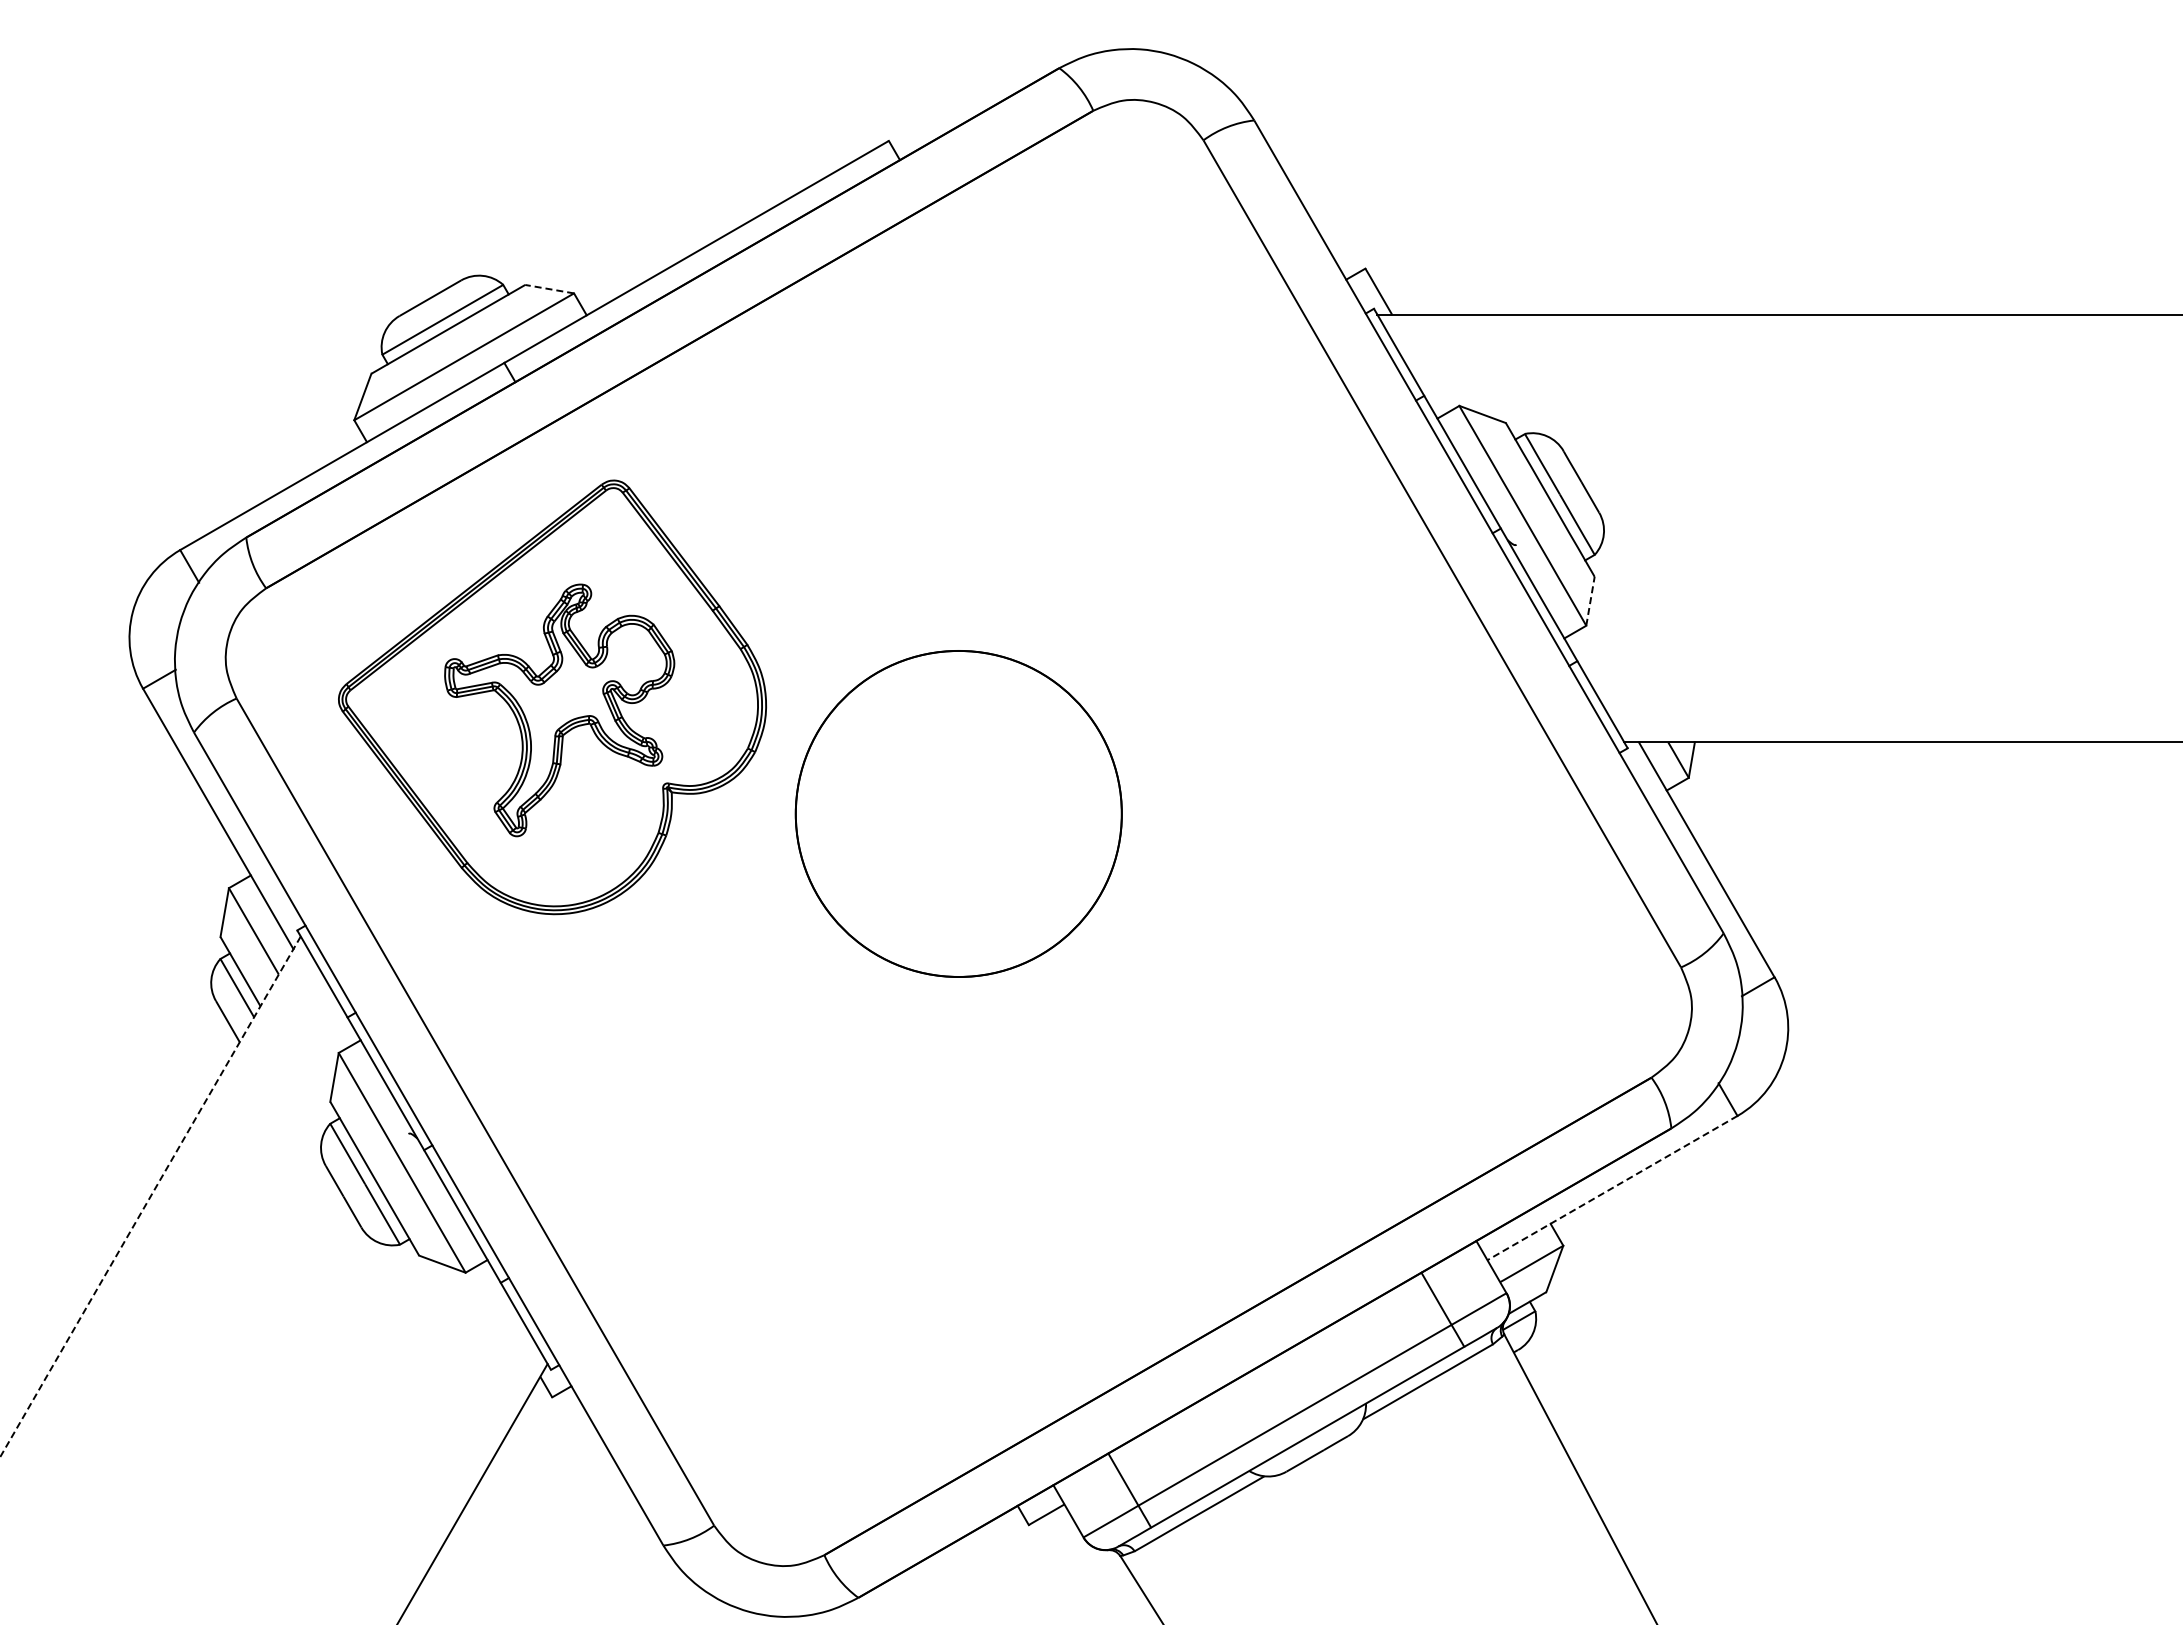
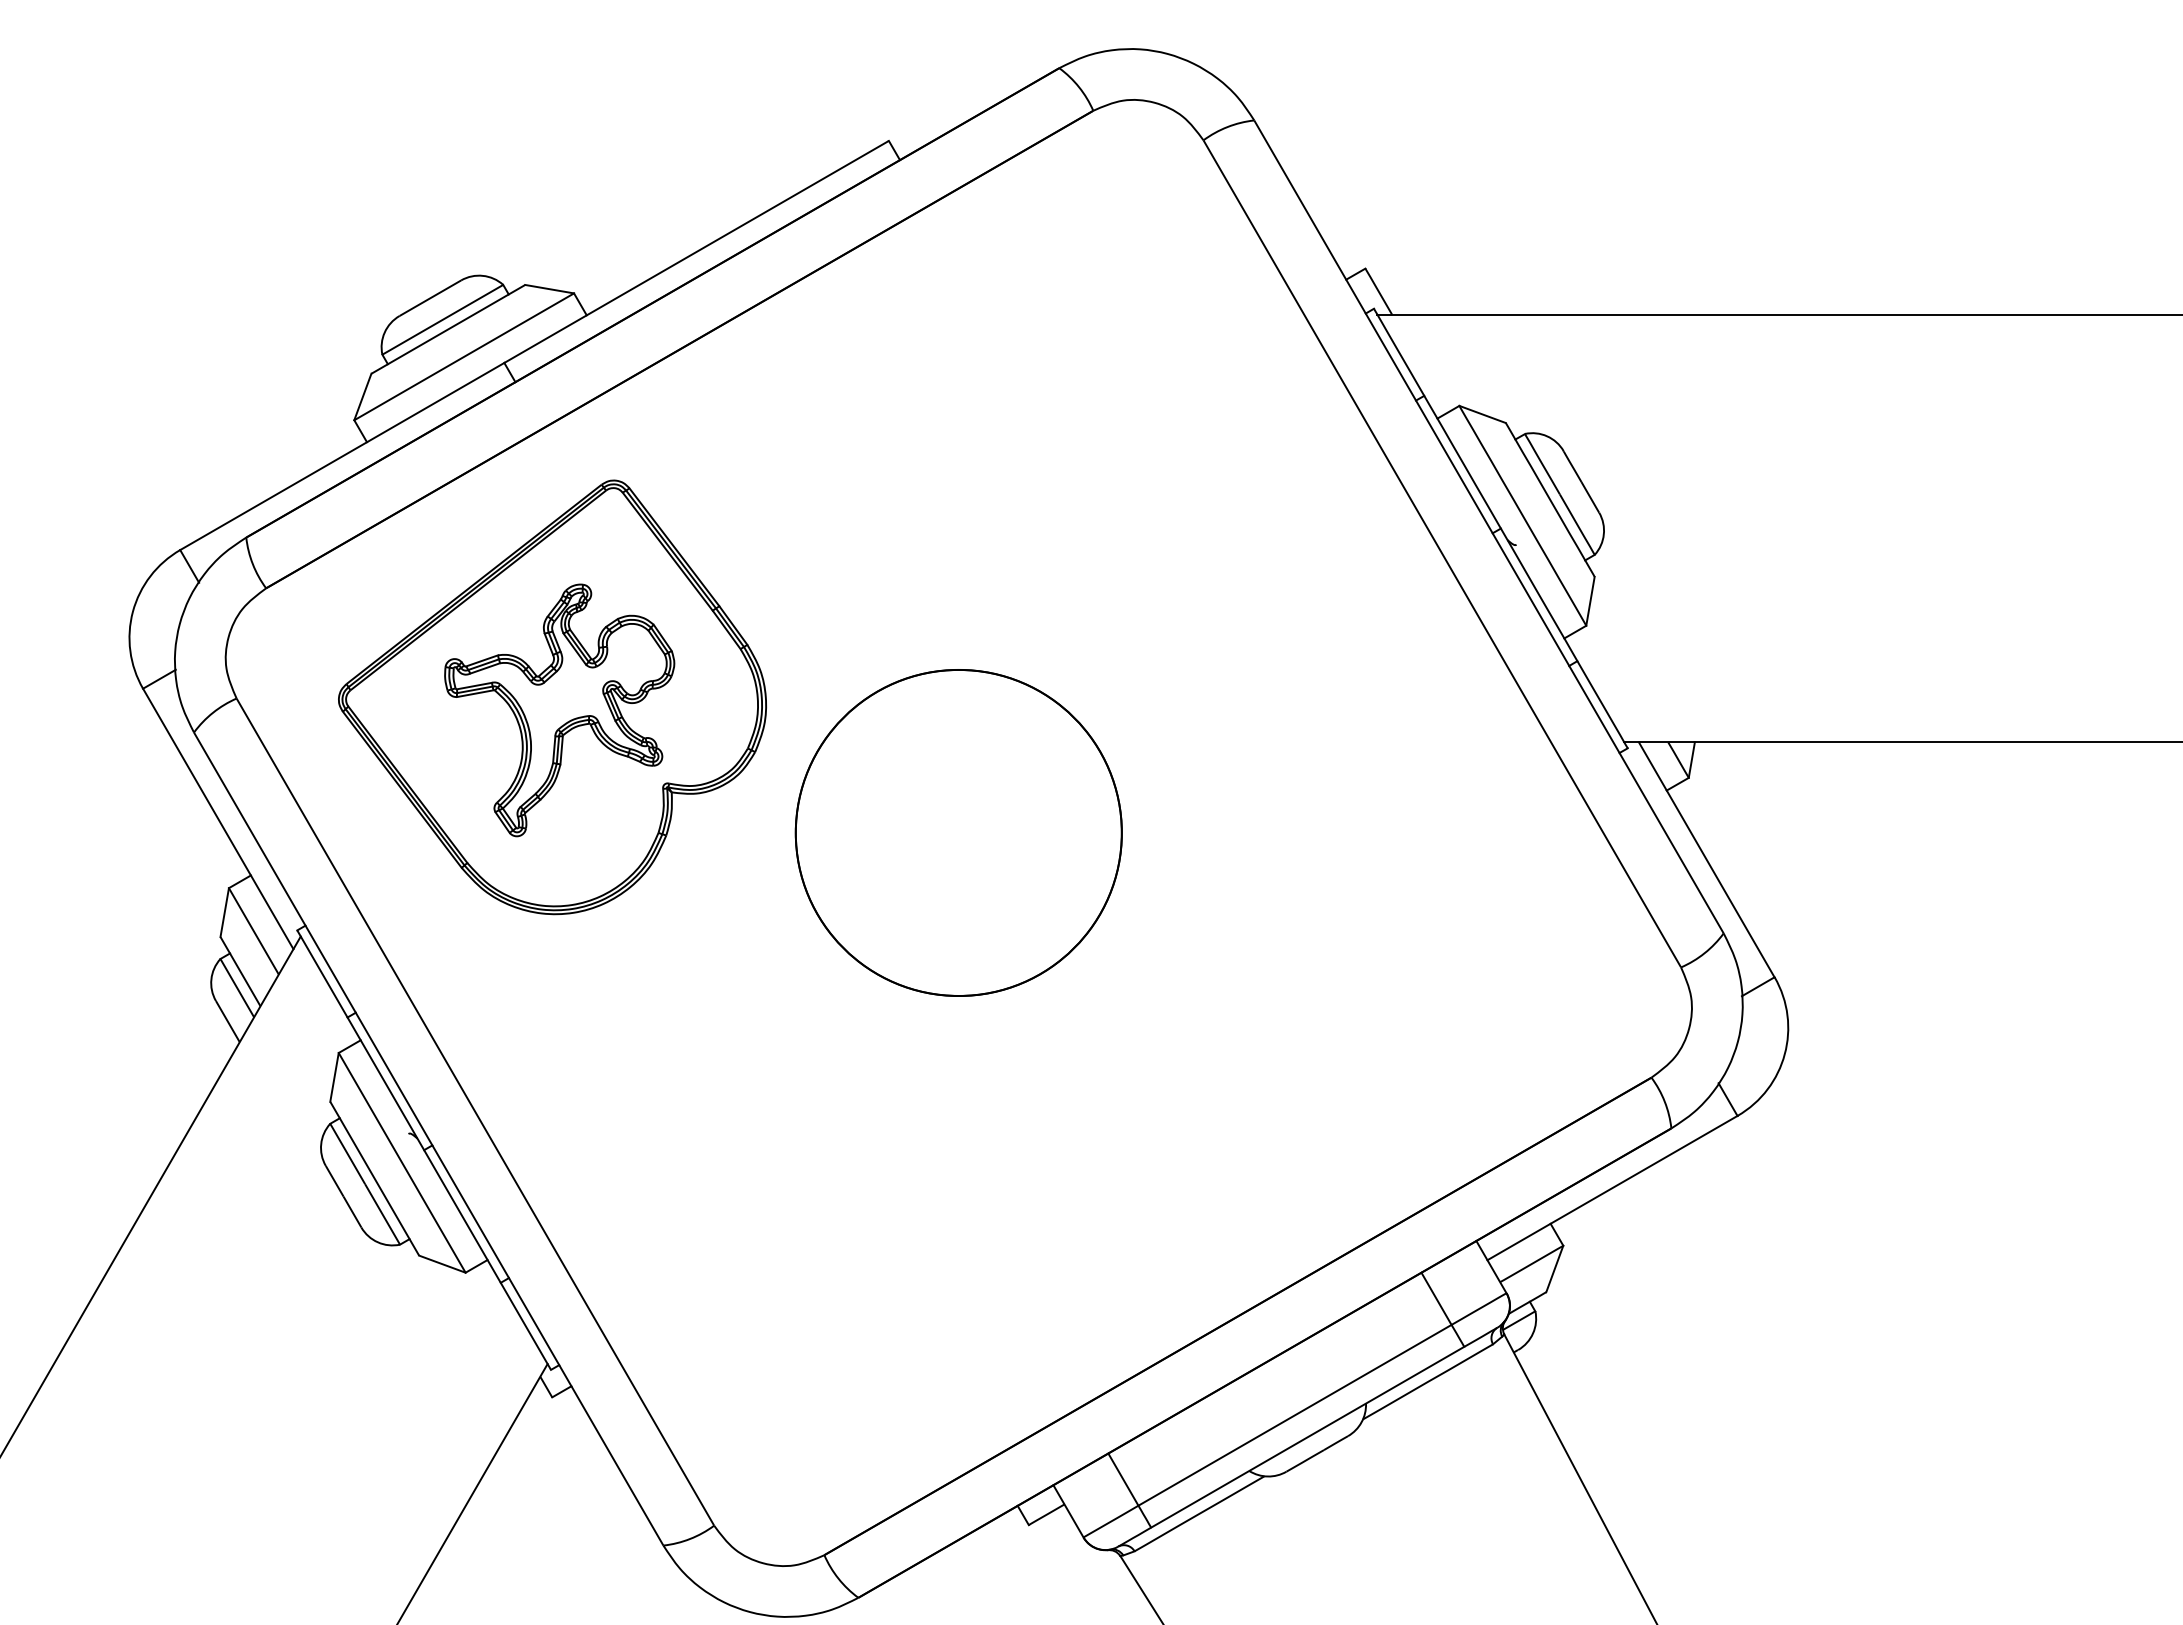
line at (549, 289): dashed -> solid
line at (1590, 601): dashed -> solid
circle at (958, 813) position: (958, 813) -> (958, 832)
line at (1612, 1188): dashed -> solid
line at (150, 1197): dashed -> solid
